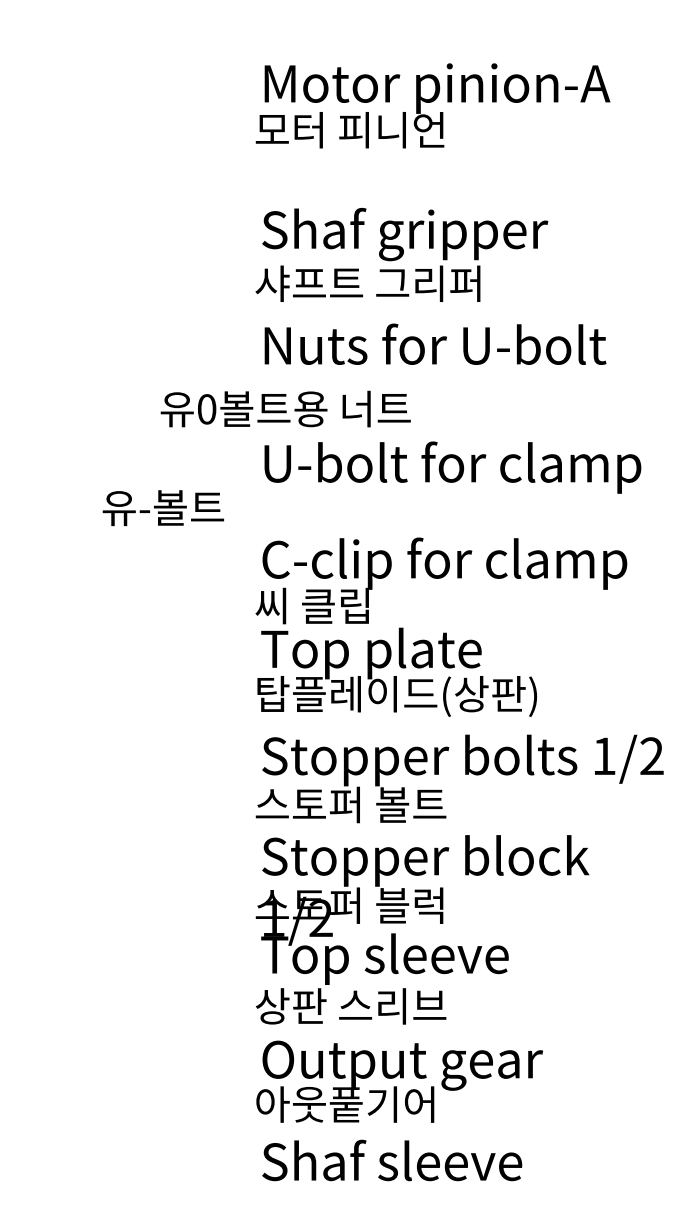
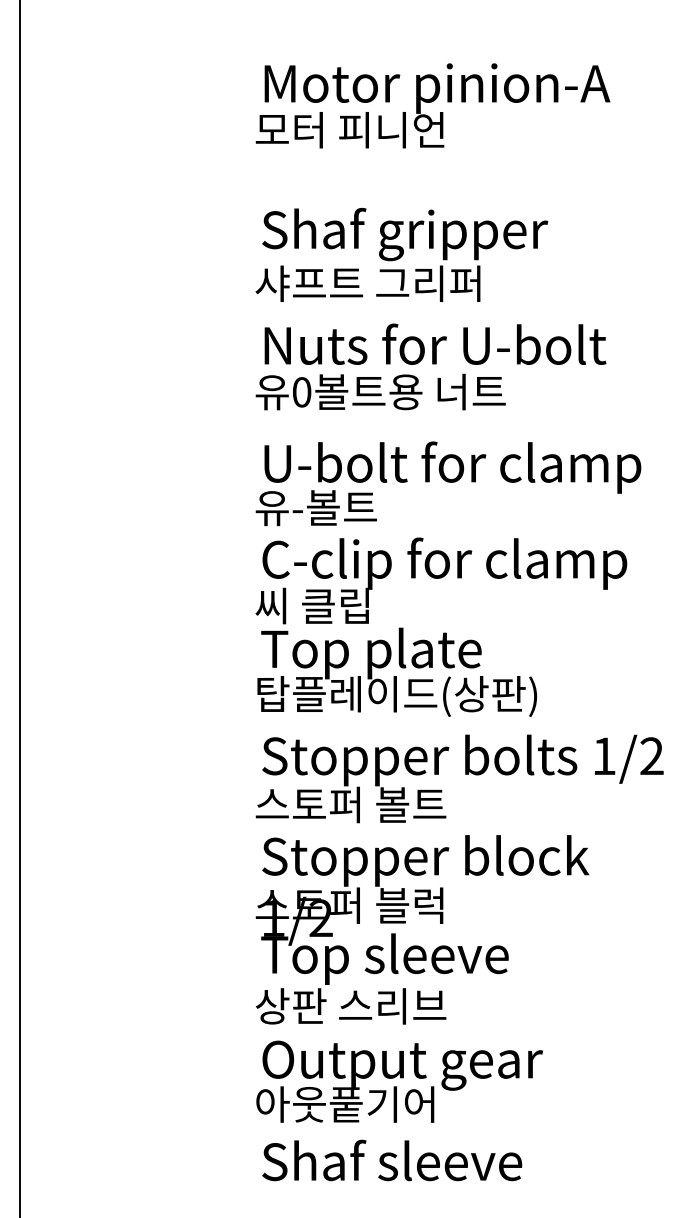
text at (285, 408) position: (285, 408) -> (380, 391)
text at (162, 508) position: (162, 508) -> (315, 508)
line at (20, 608): none -> present
